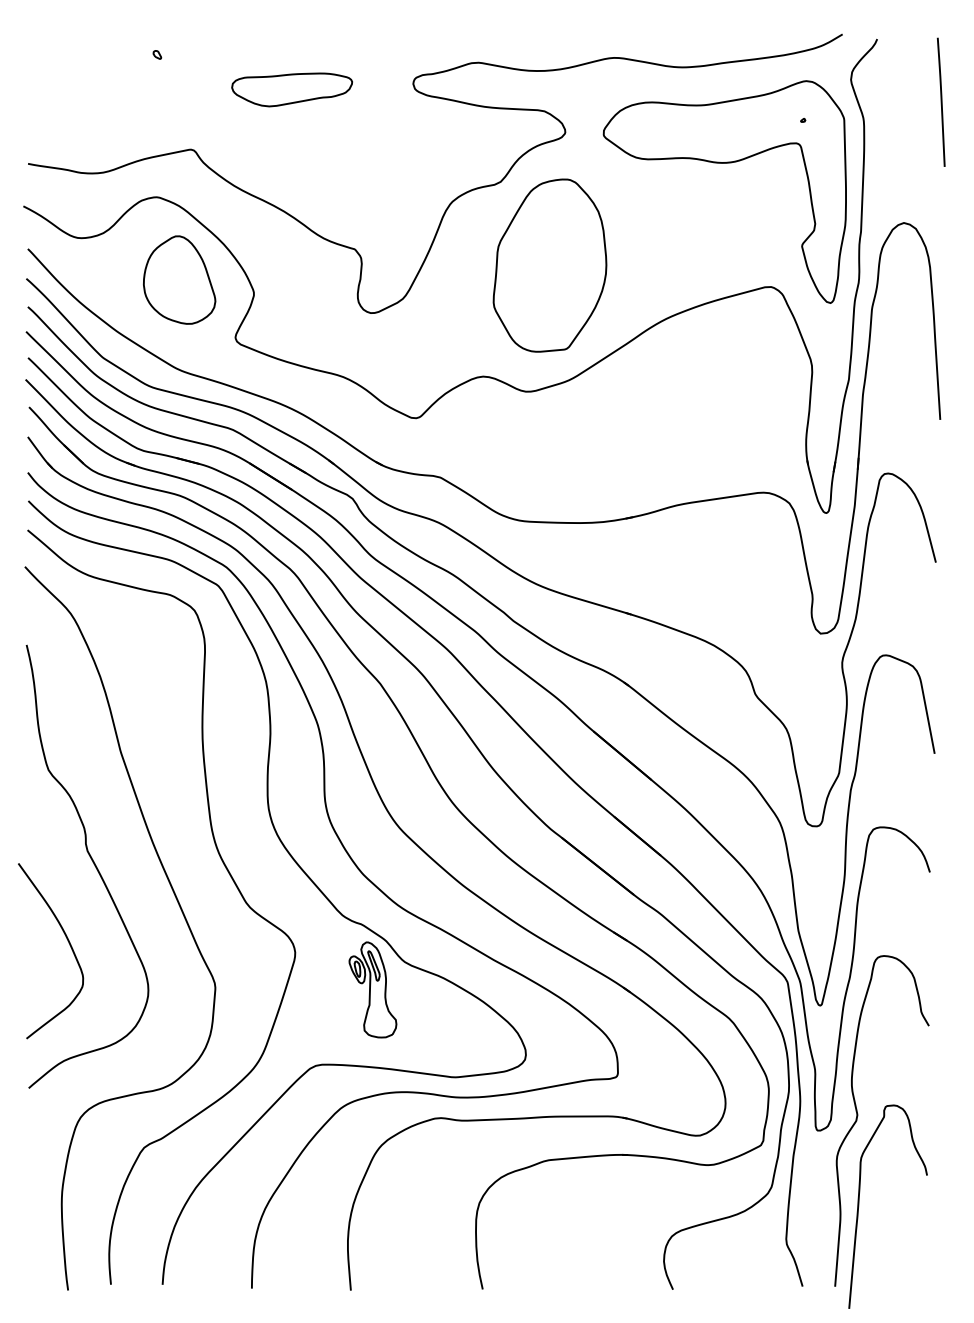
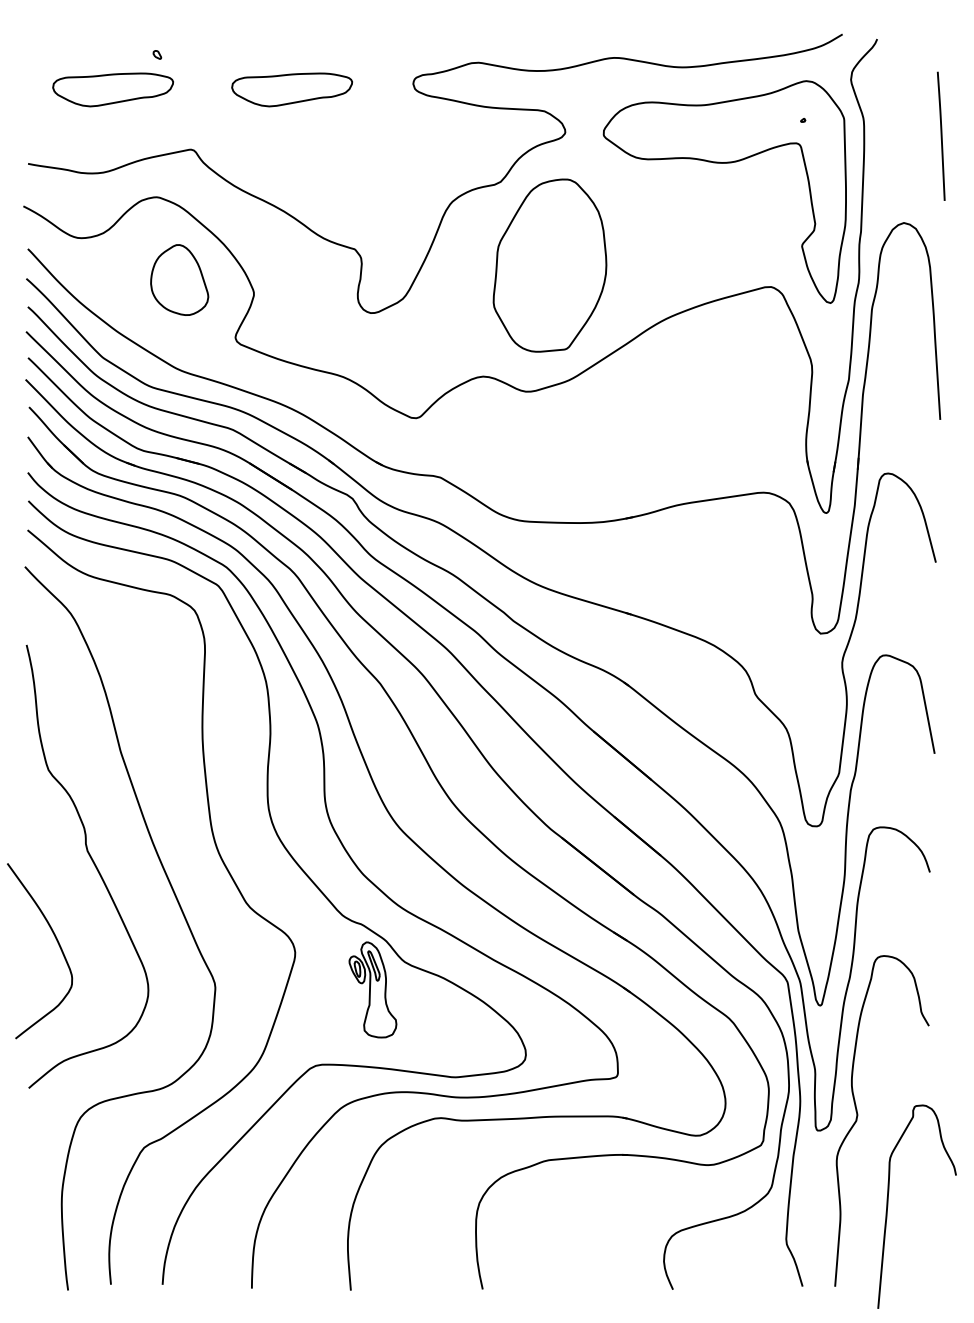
part at (112, 89): none -> present
line at (940, 101) position: (940, 101) -> (940, 135)
part at (179, 279) size: 74x90 px -> 60x72 px
curve at (68, 943) position: (68, 943) -> (57, 943)
curve at (859, 1206) position: (859, 1206) -> (888, 1206)
